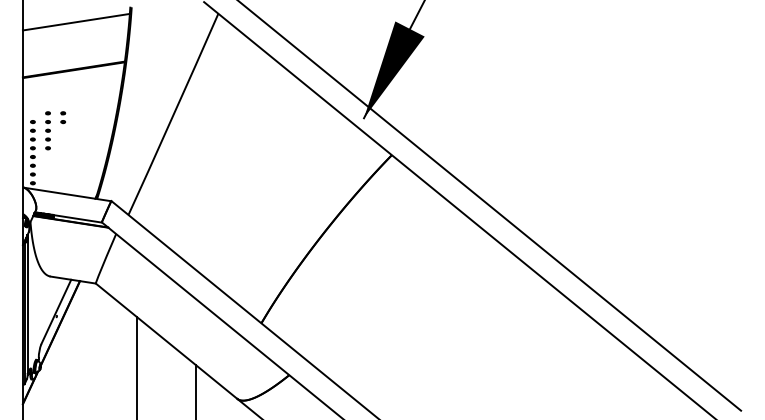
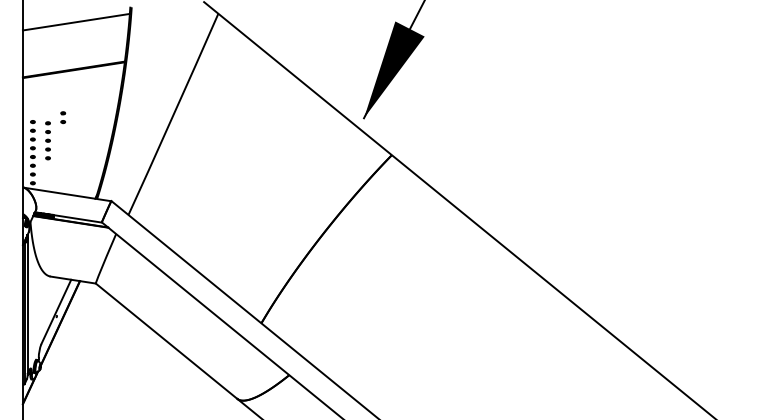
part at (47, 130) position: (47, 130) -> (47, 140)
line at (490, 206): present -> none
line at (136, 366): present -> none
line at (196, 390): present -> none
